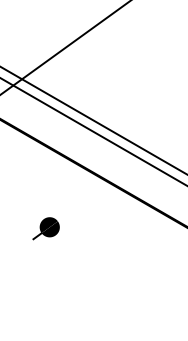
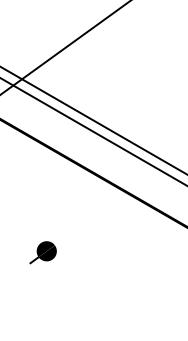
part at (45, 228) position: (45, 228) -> (42, 252)
